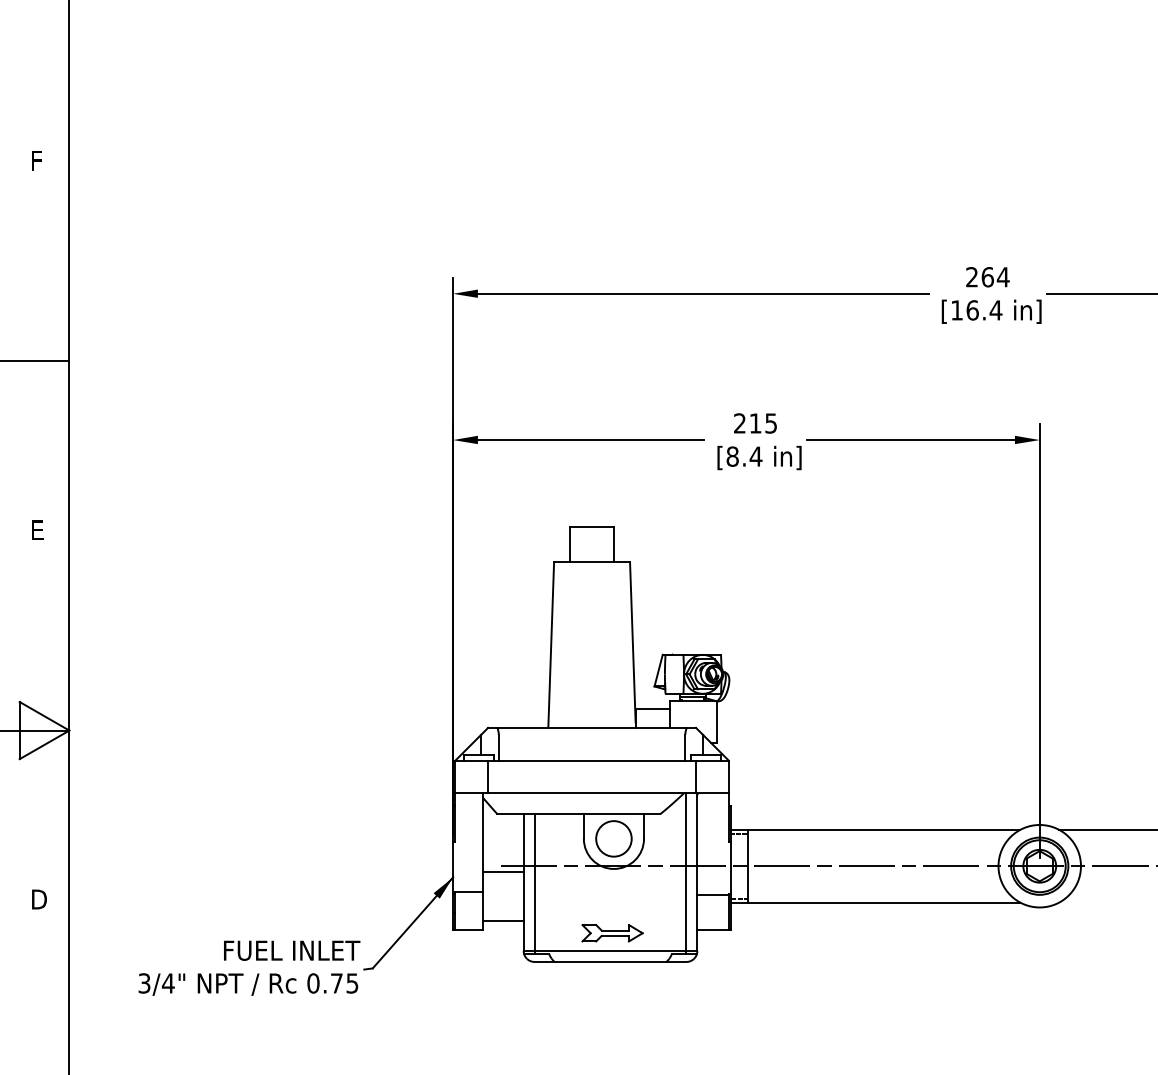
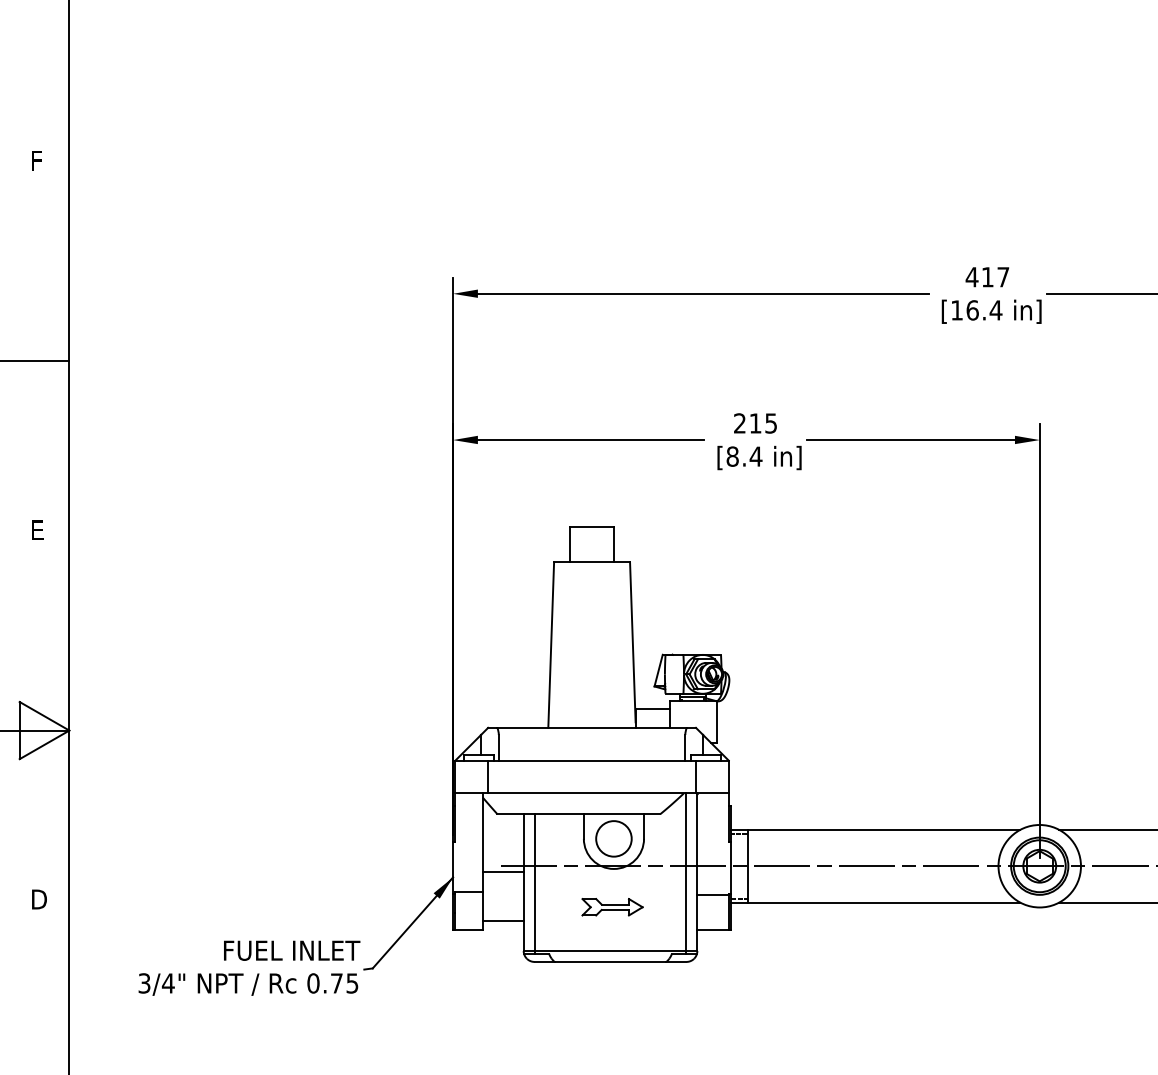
text at (987, 277): 264 -> 417
line at (1106, 902): none -> present
part at (612, 933) position: (612, 933) -> (612, 907)
